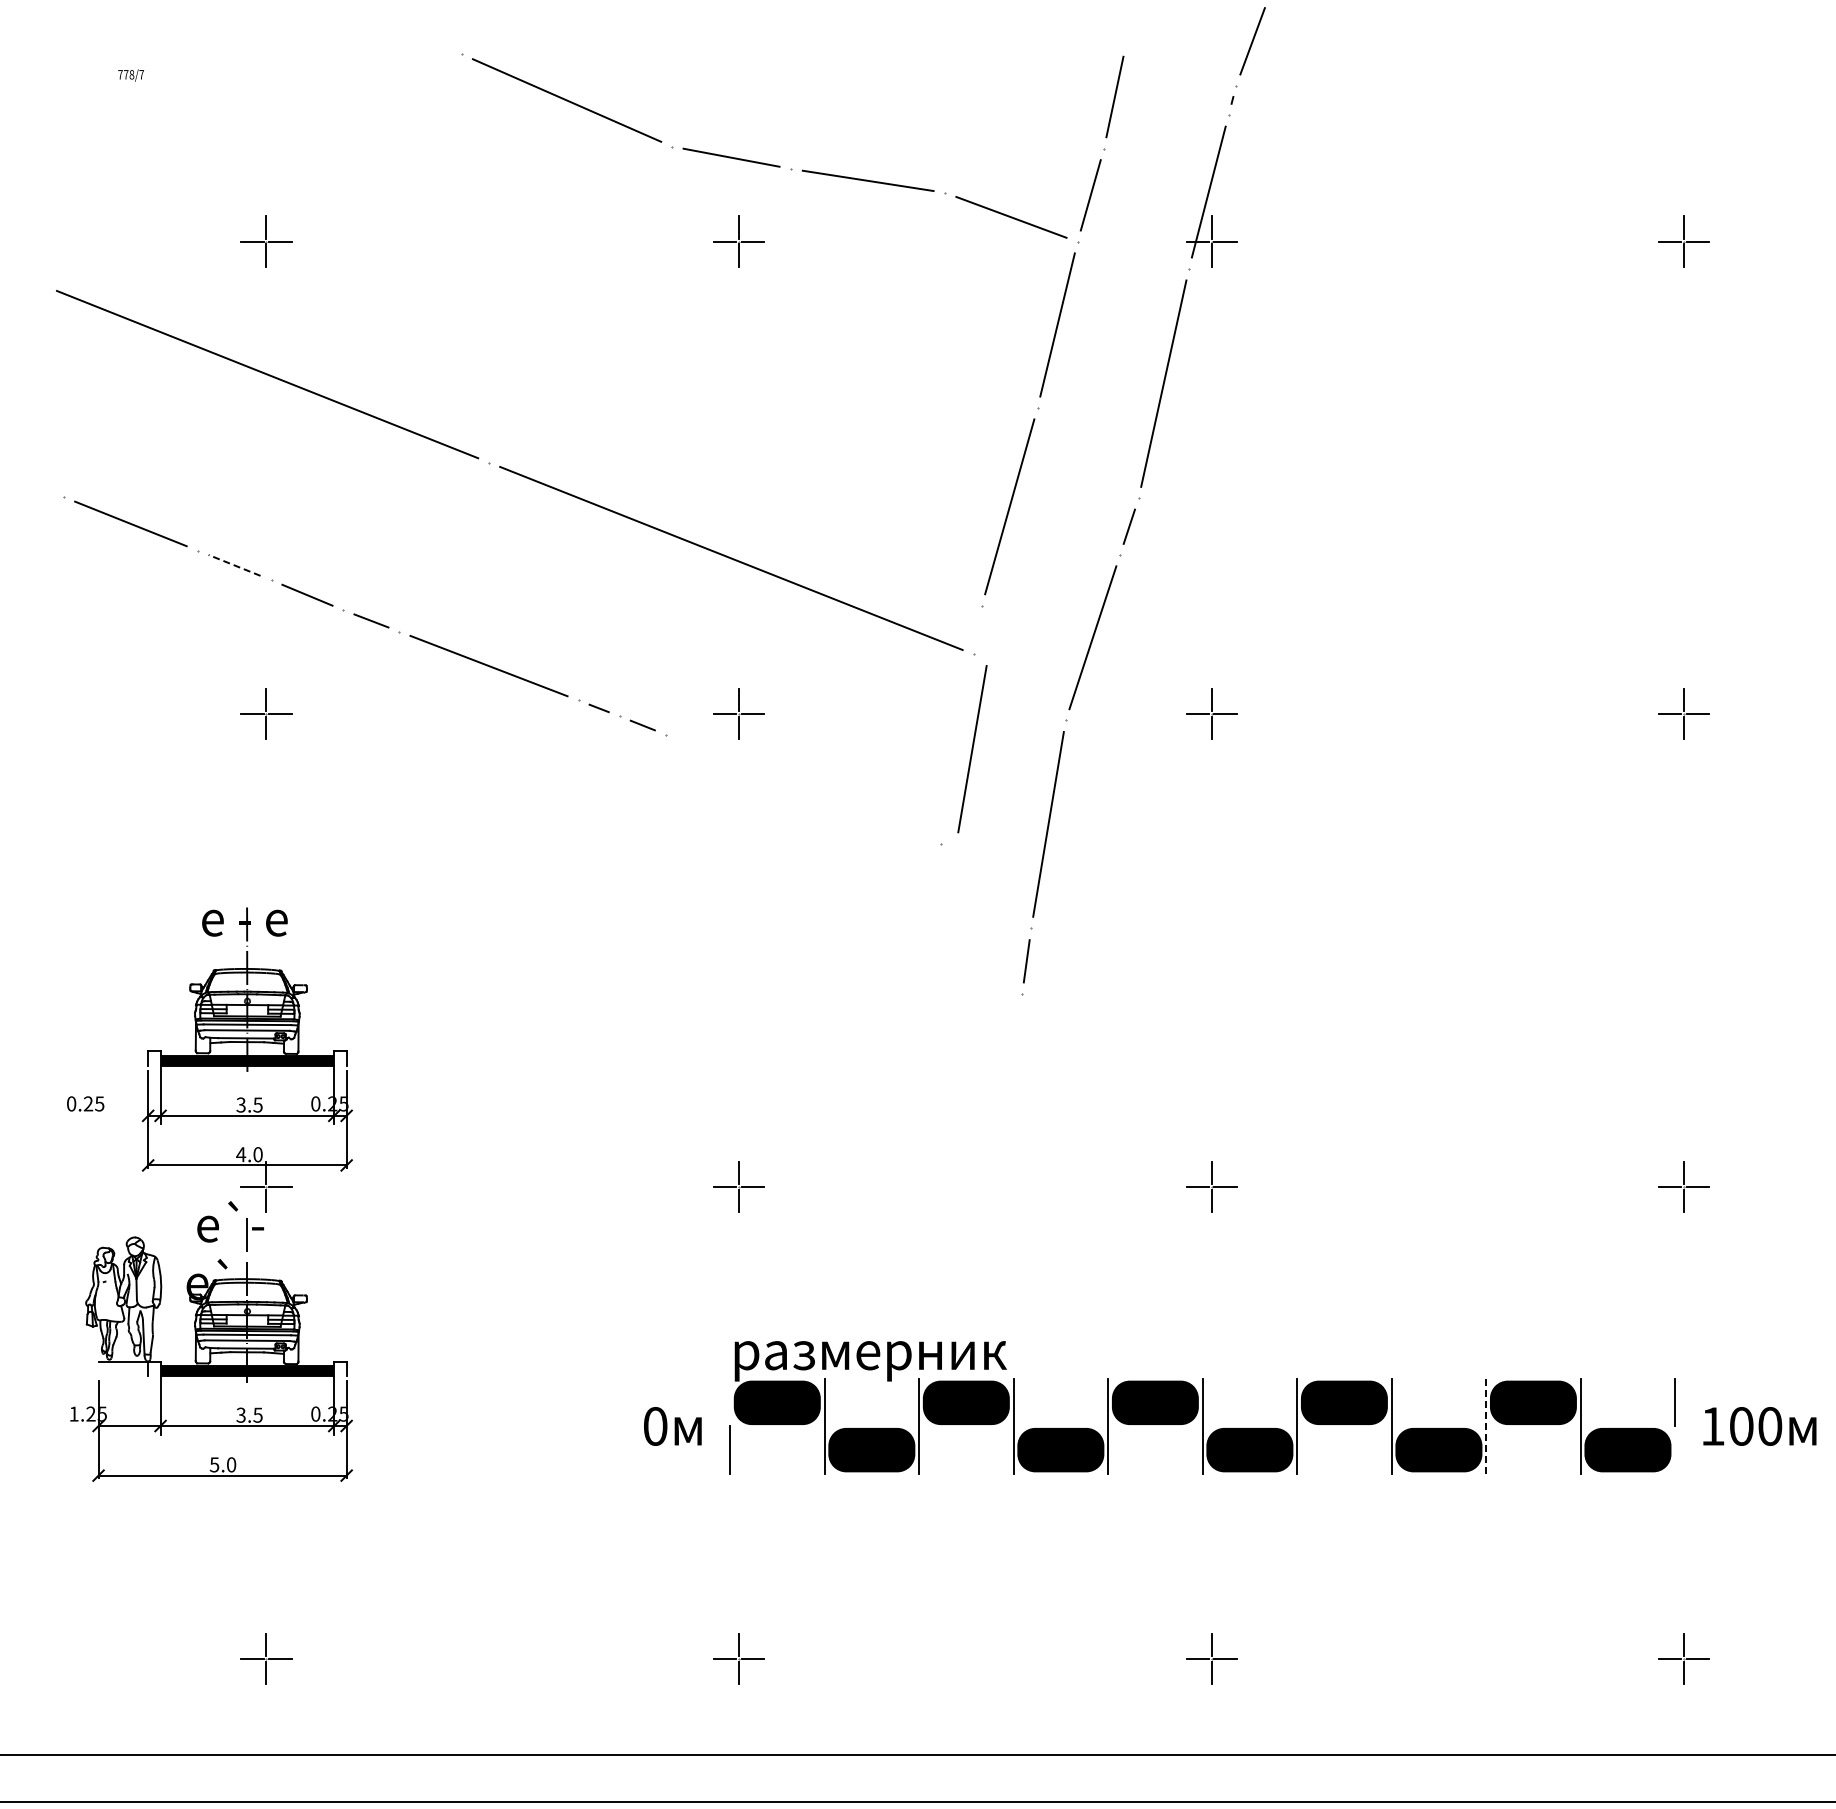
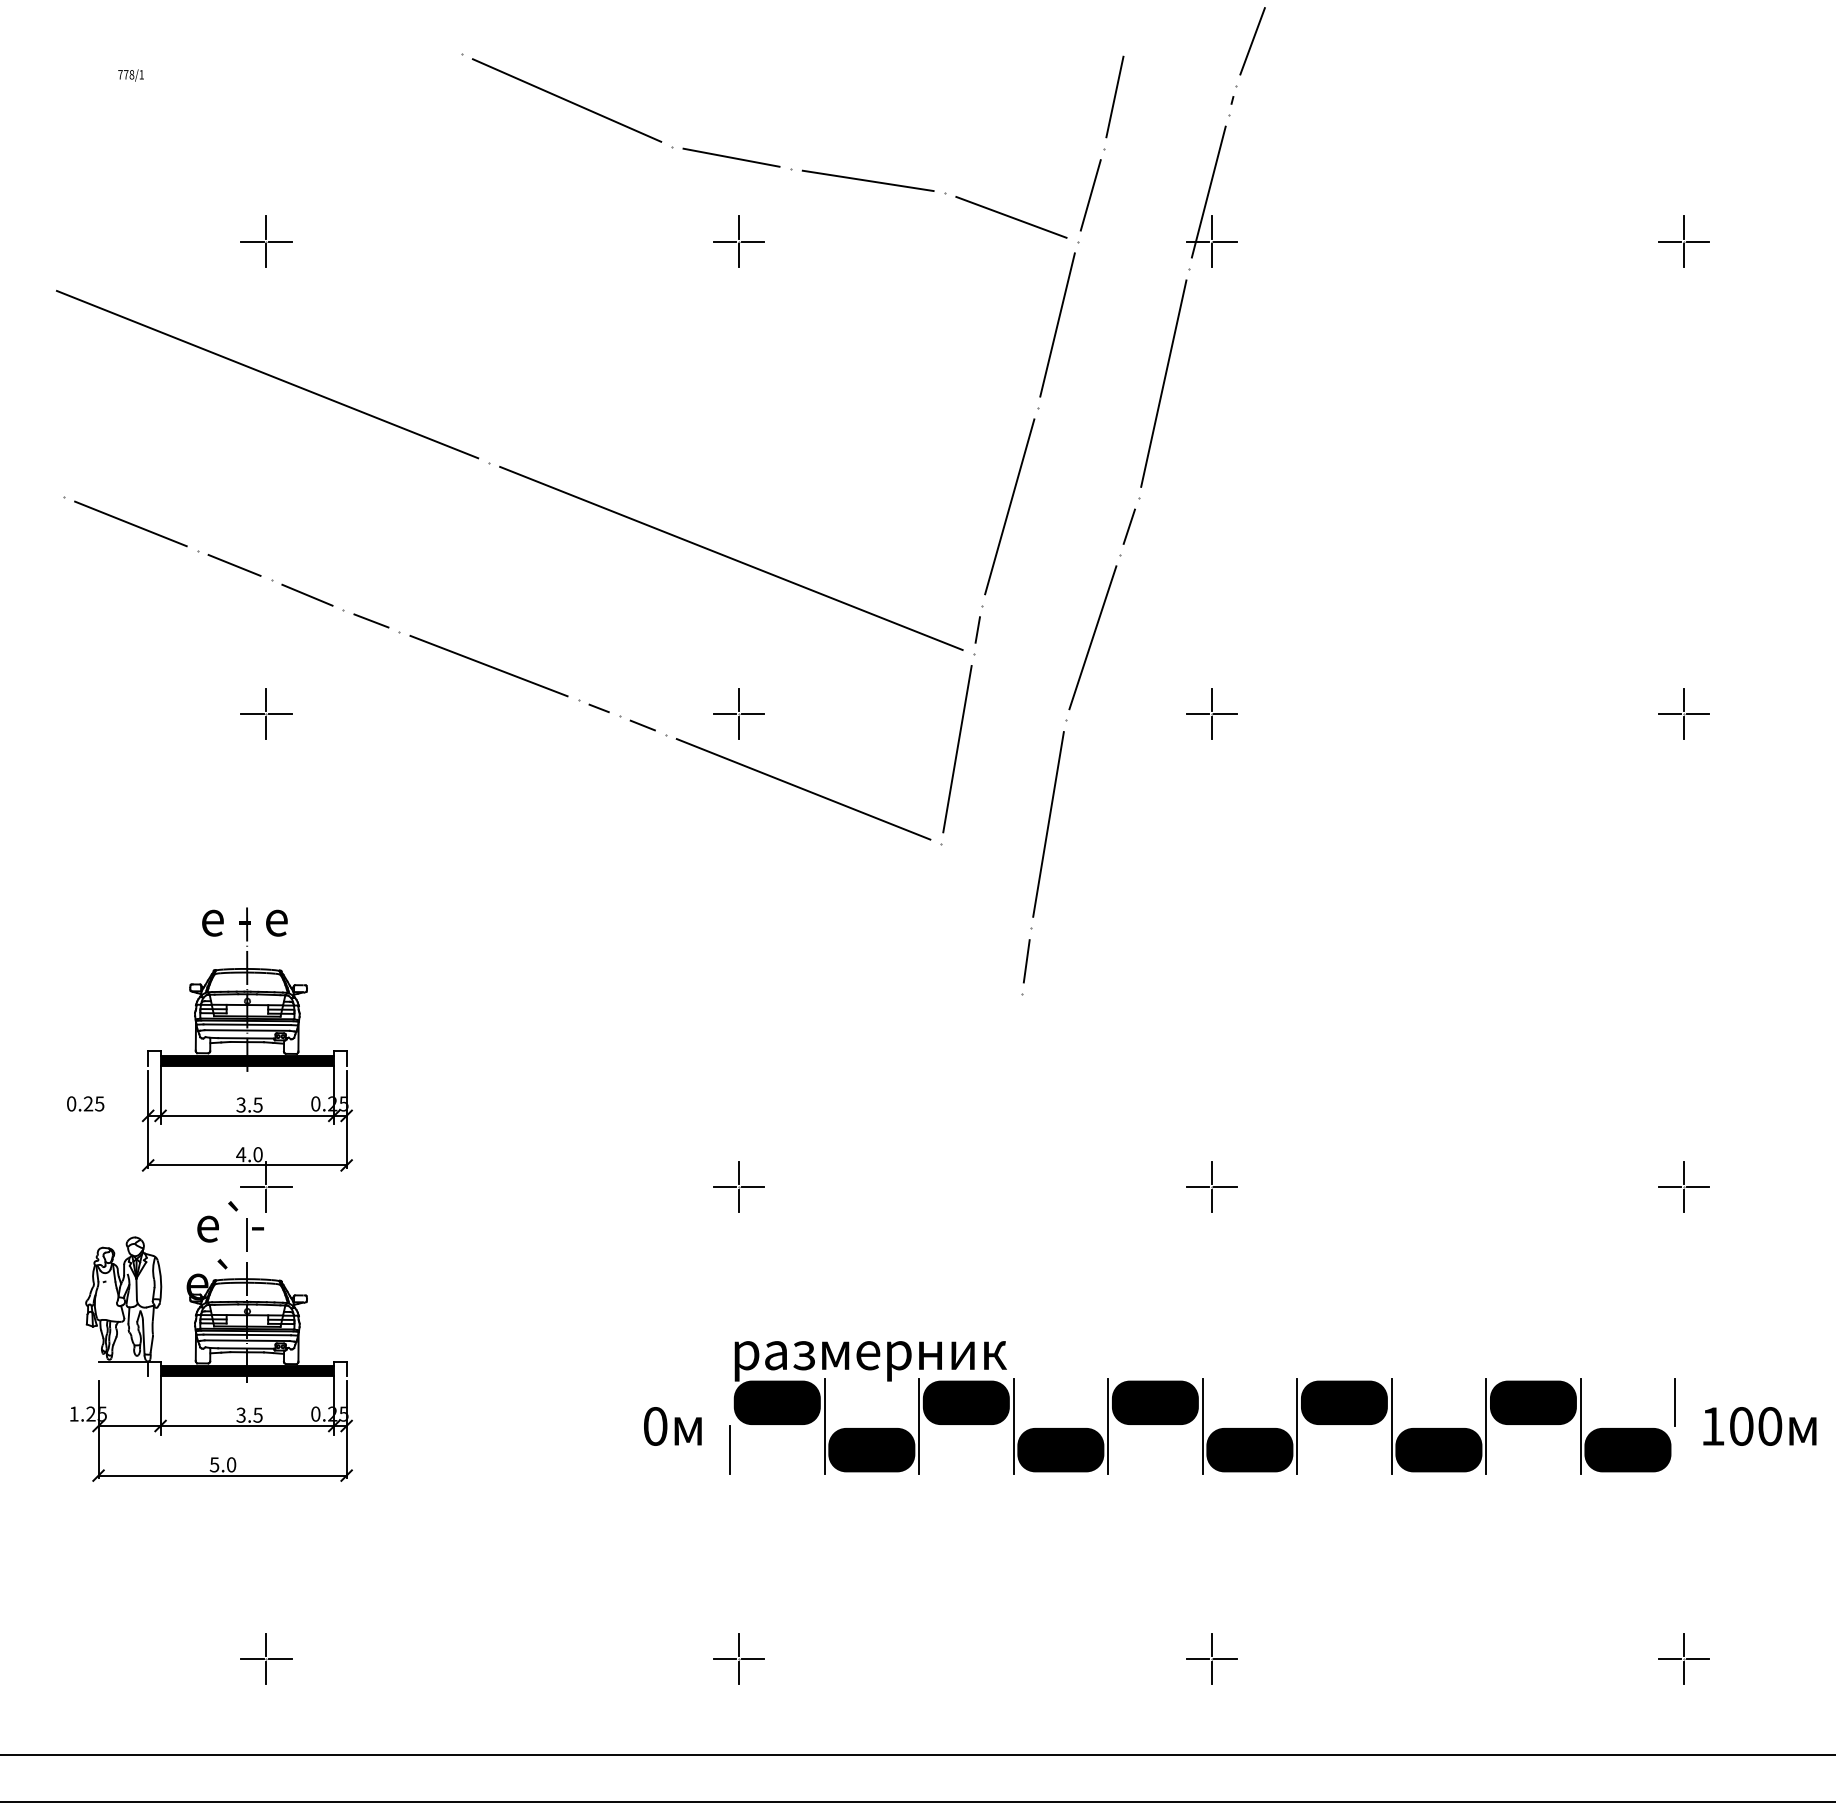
text at (141, 74): 778/7 -> 778/1
line at (234, 565): dashed -> solid
line at (977, 629): none -> present
line at (972, 749) position: (972, 749) -> (957, 749)
line at (803, 789): none -> present
line at (1486, 1426): dashed -> solid
